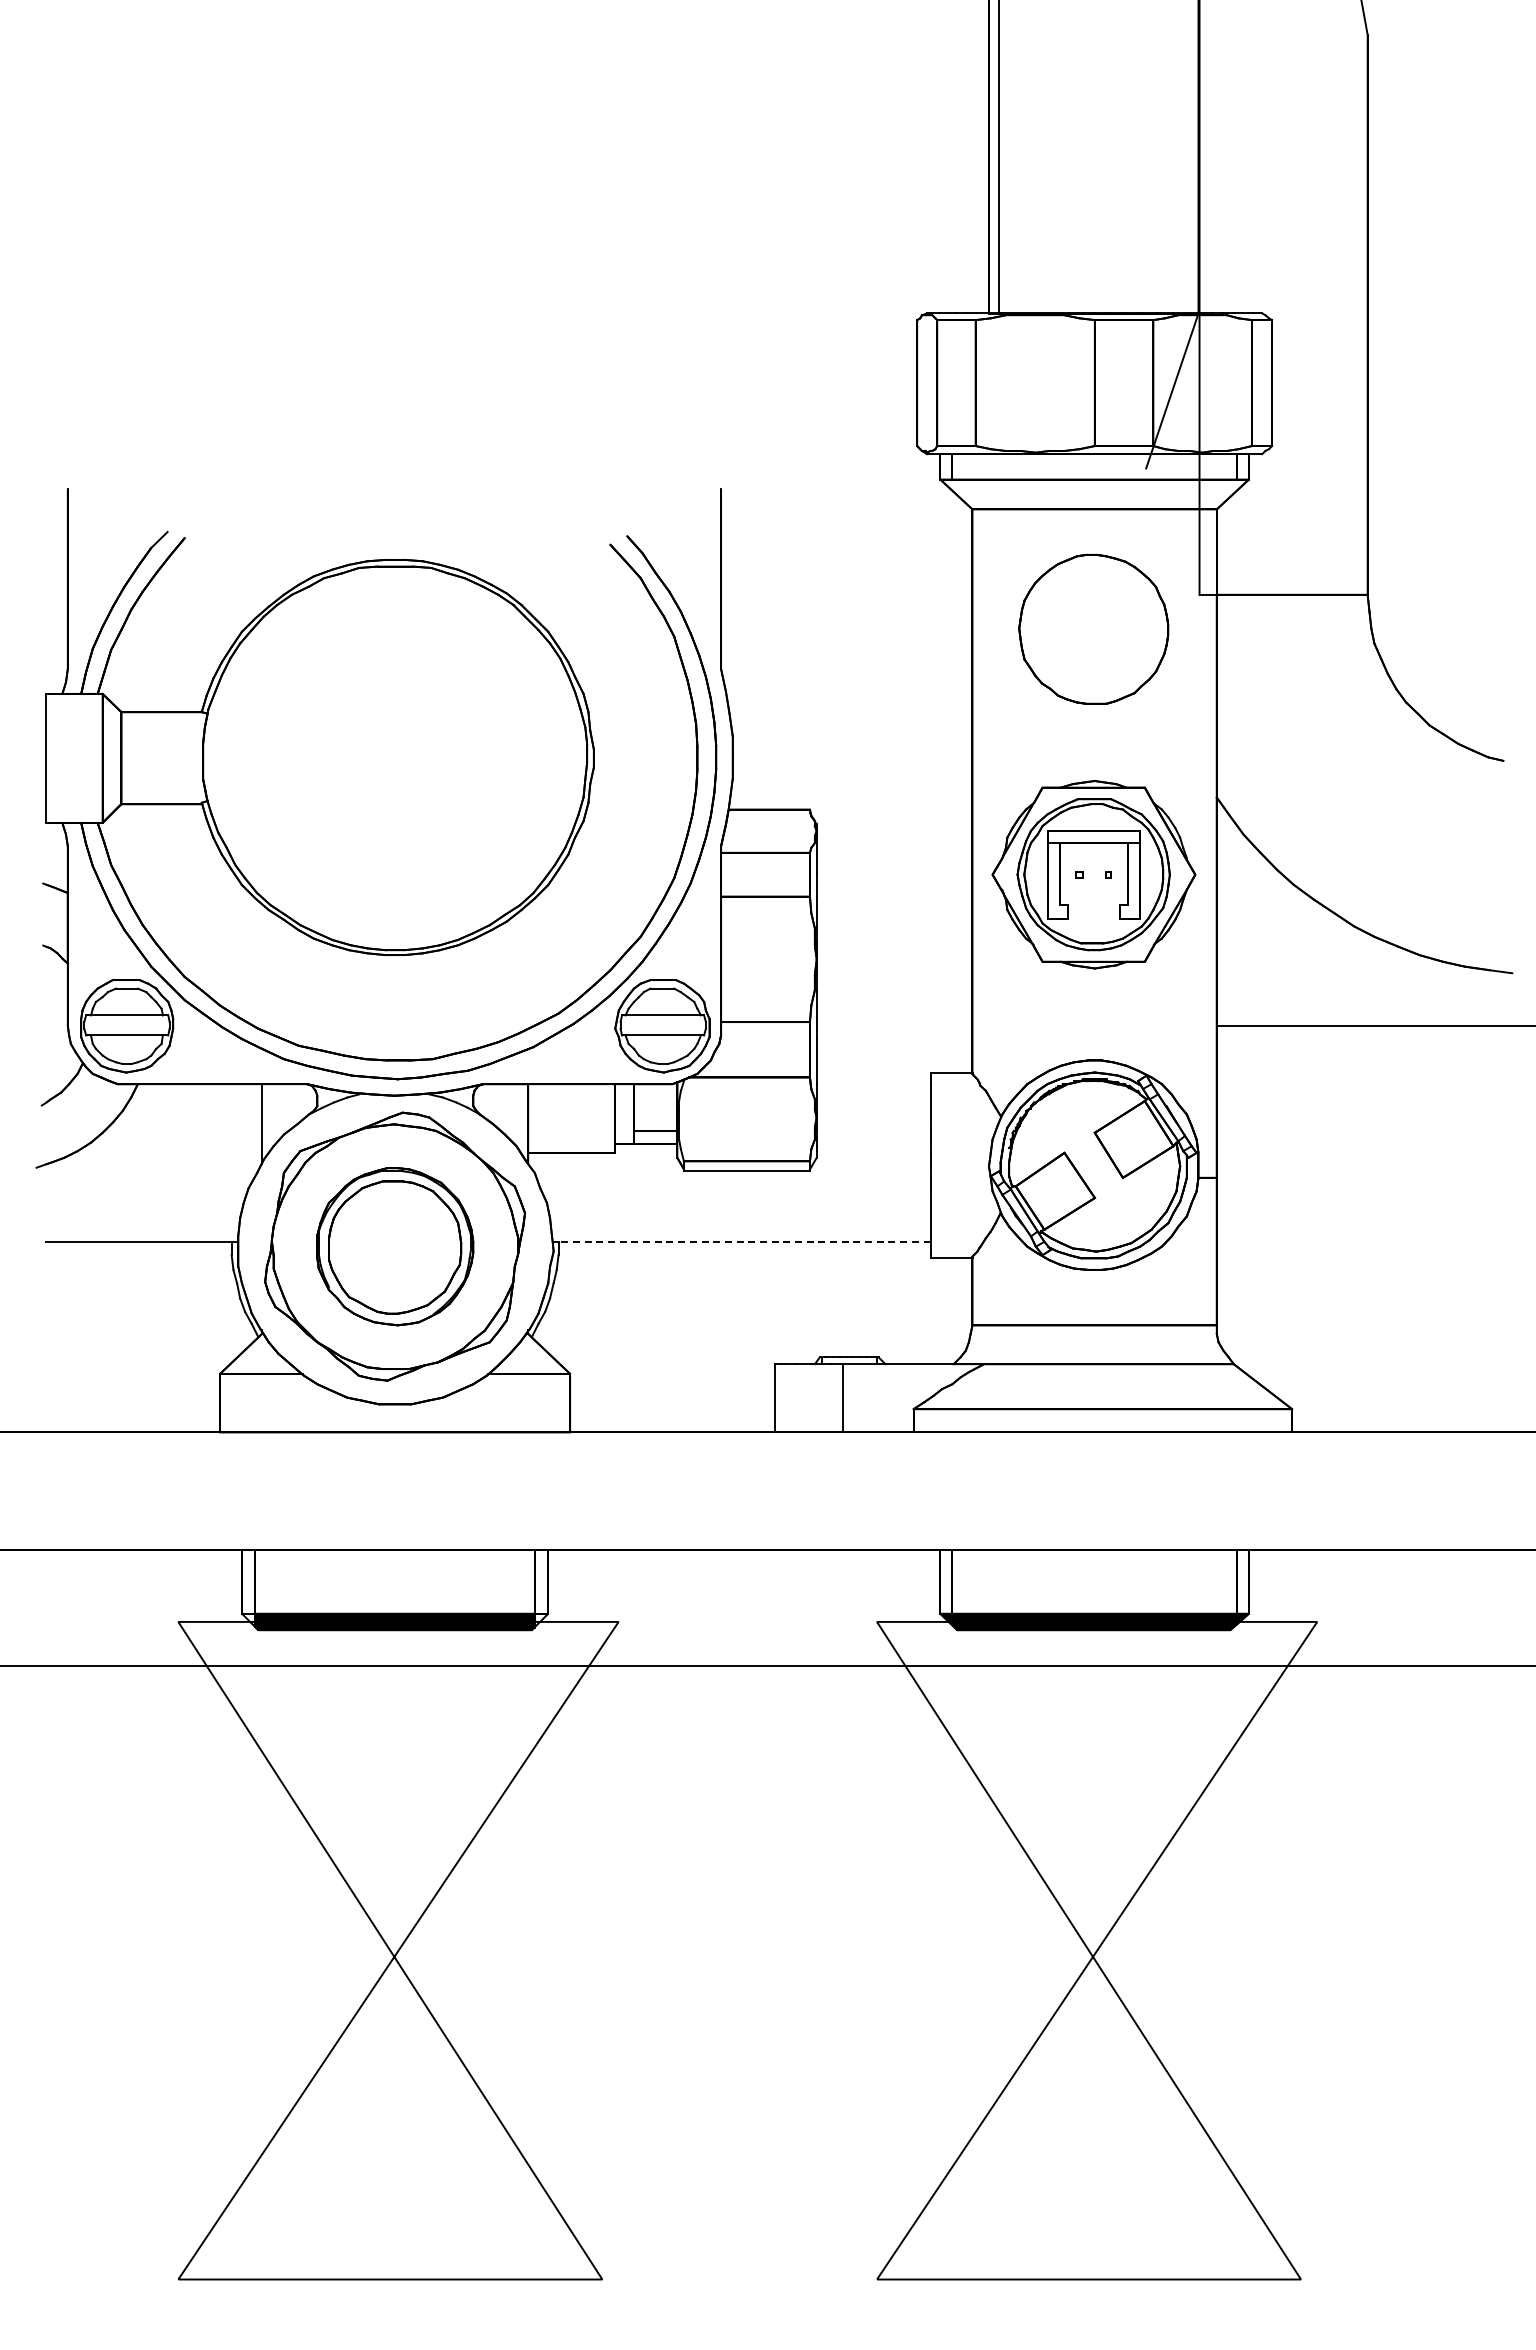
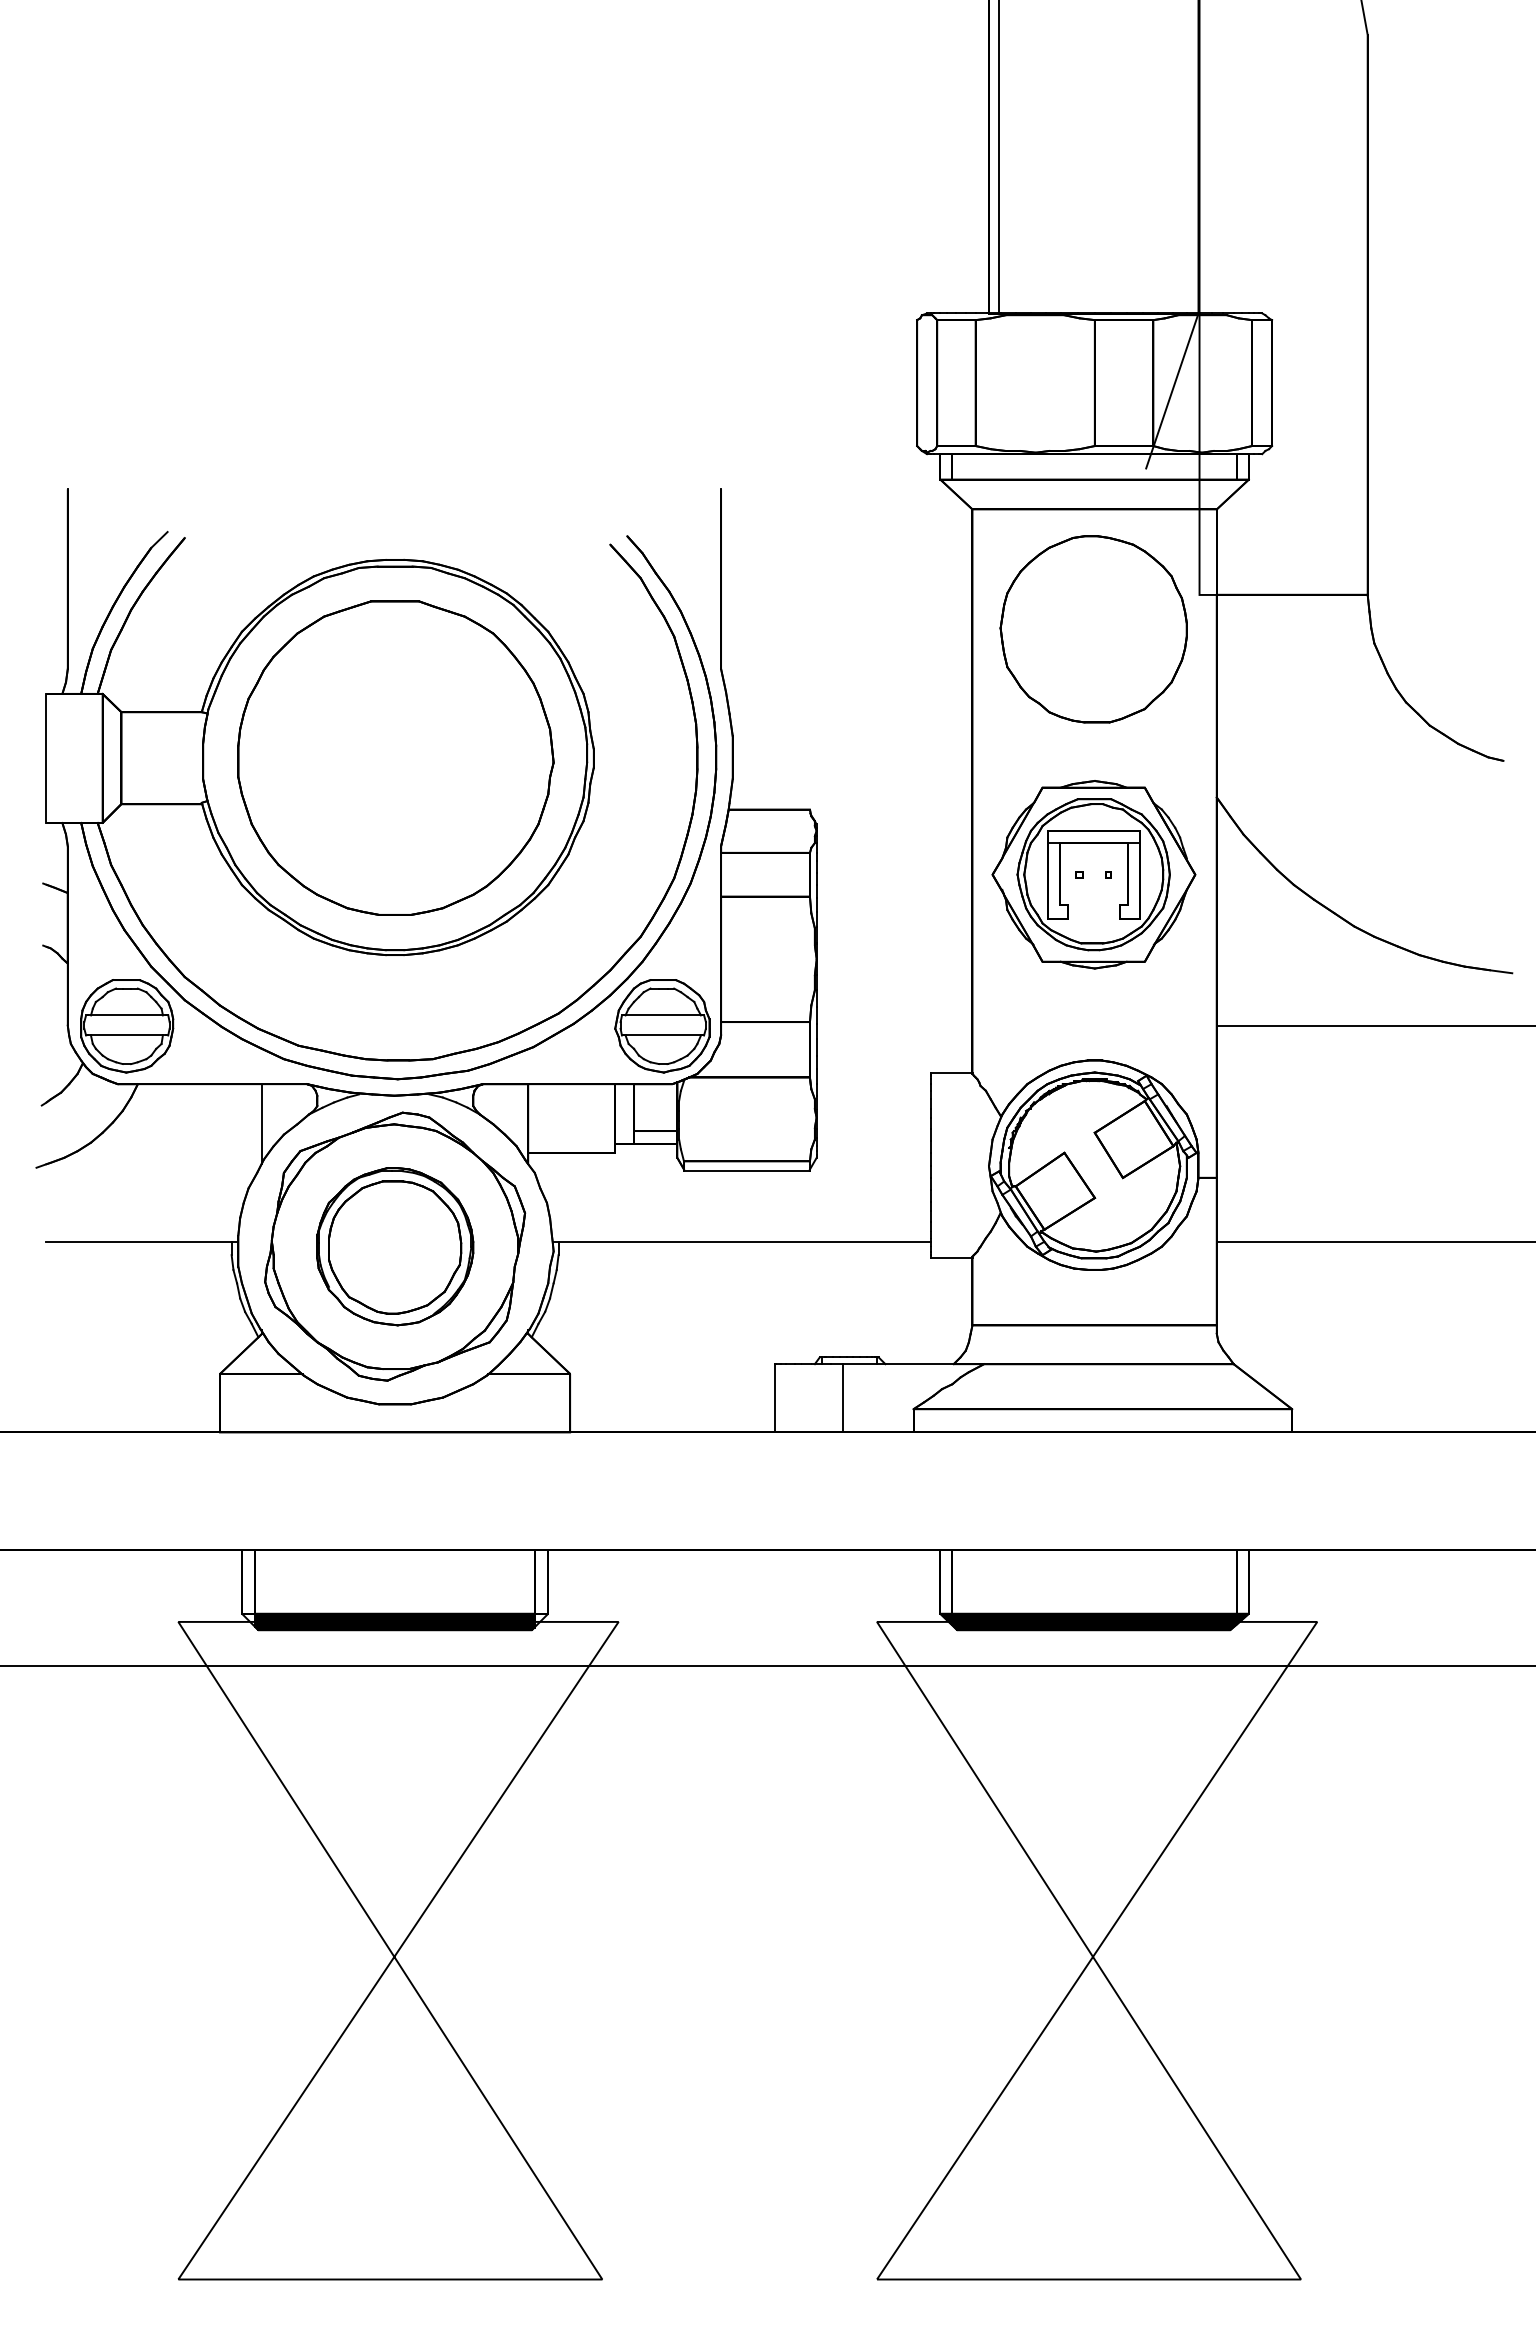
part at (1093, 628) size: 152x152 px -> 189x189 px
part at (395, 757): none -> present
line at (744, 1241): dashed -> solid
line at (1374, 1241): none -> present
